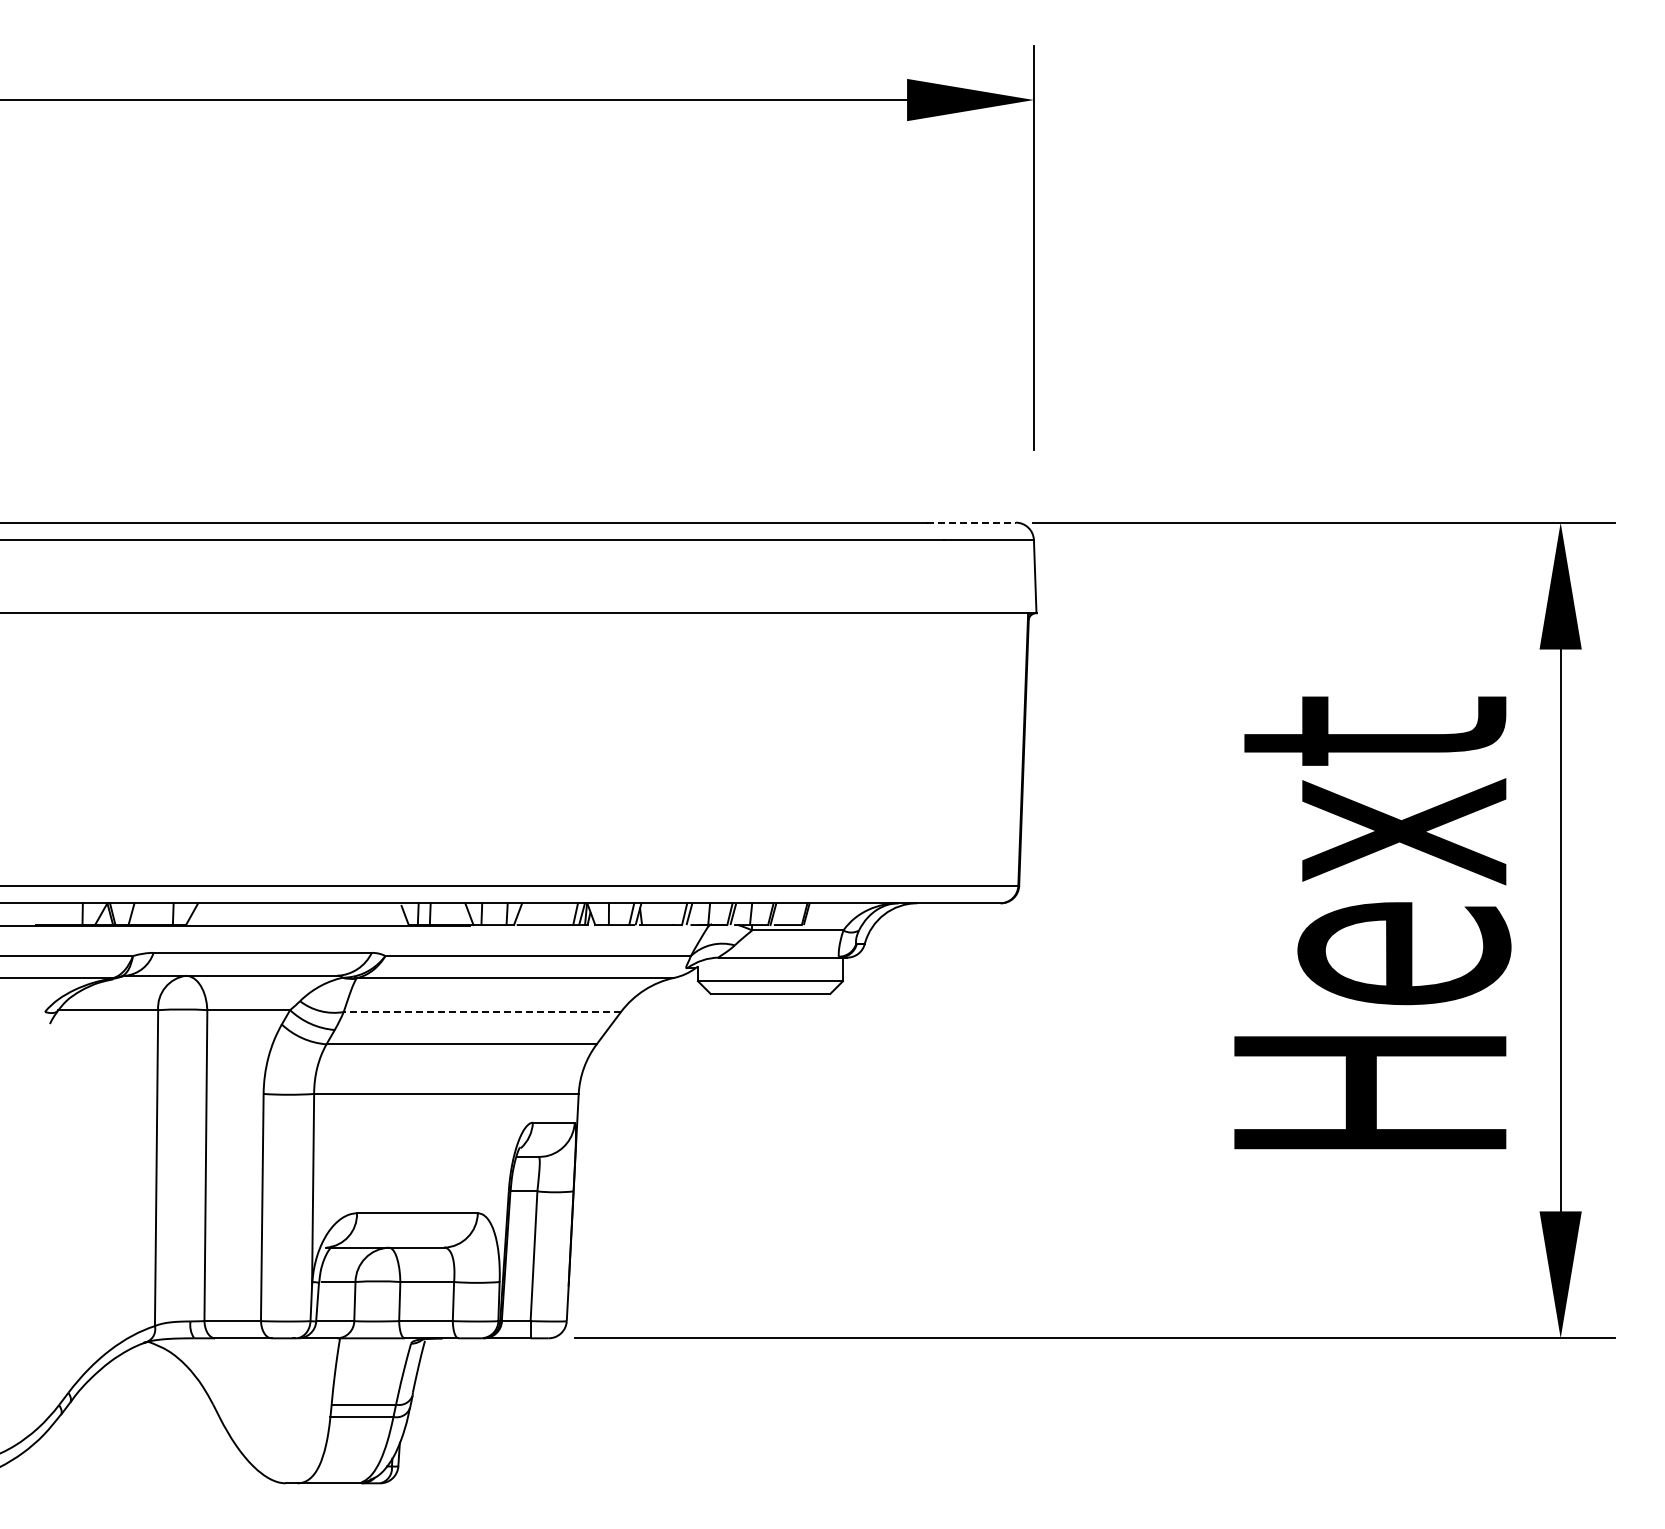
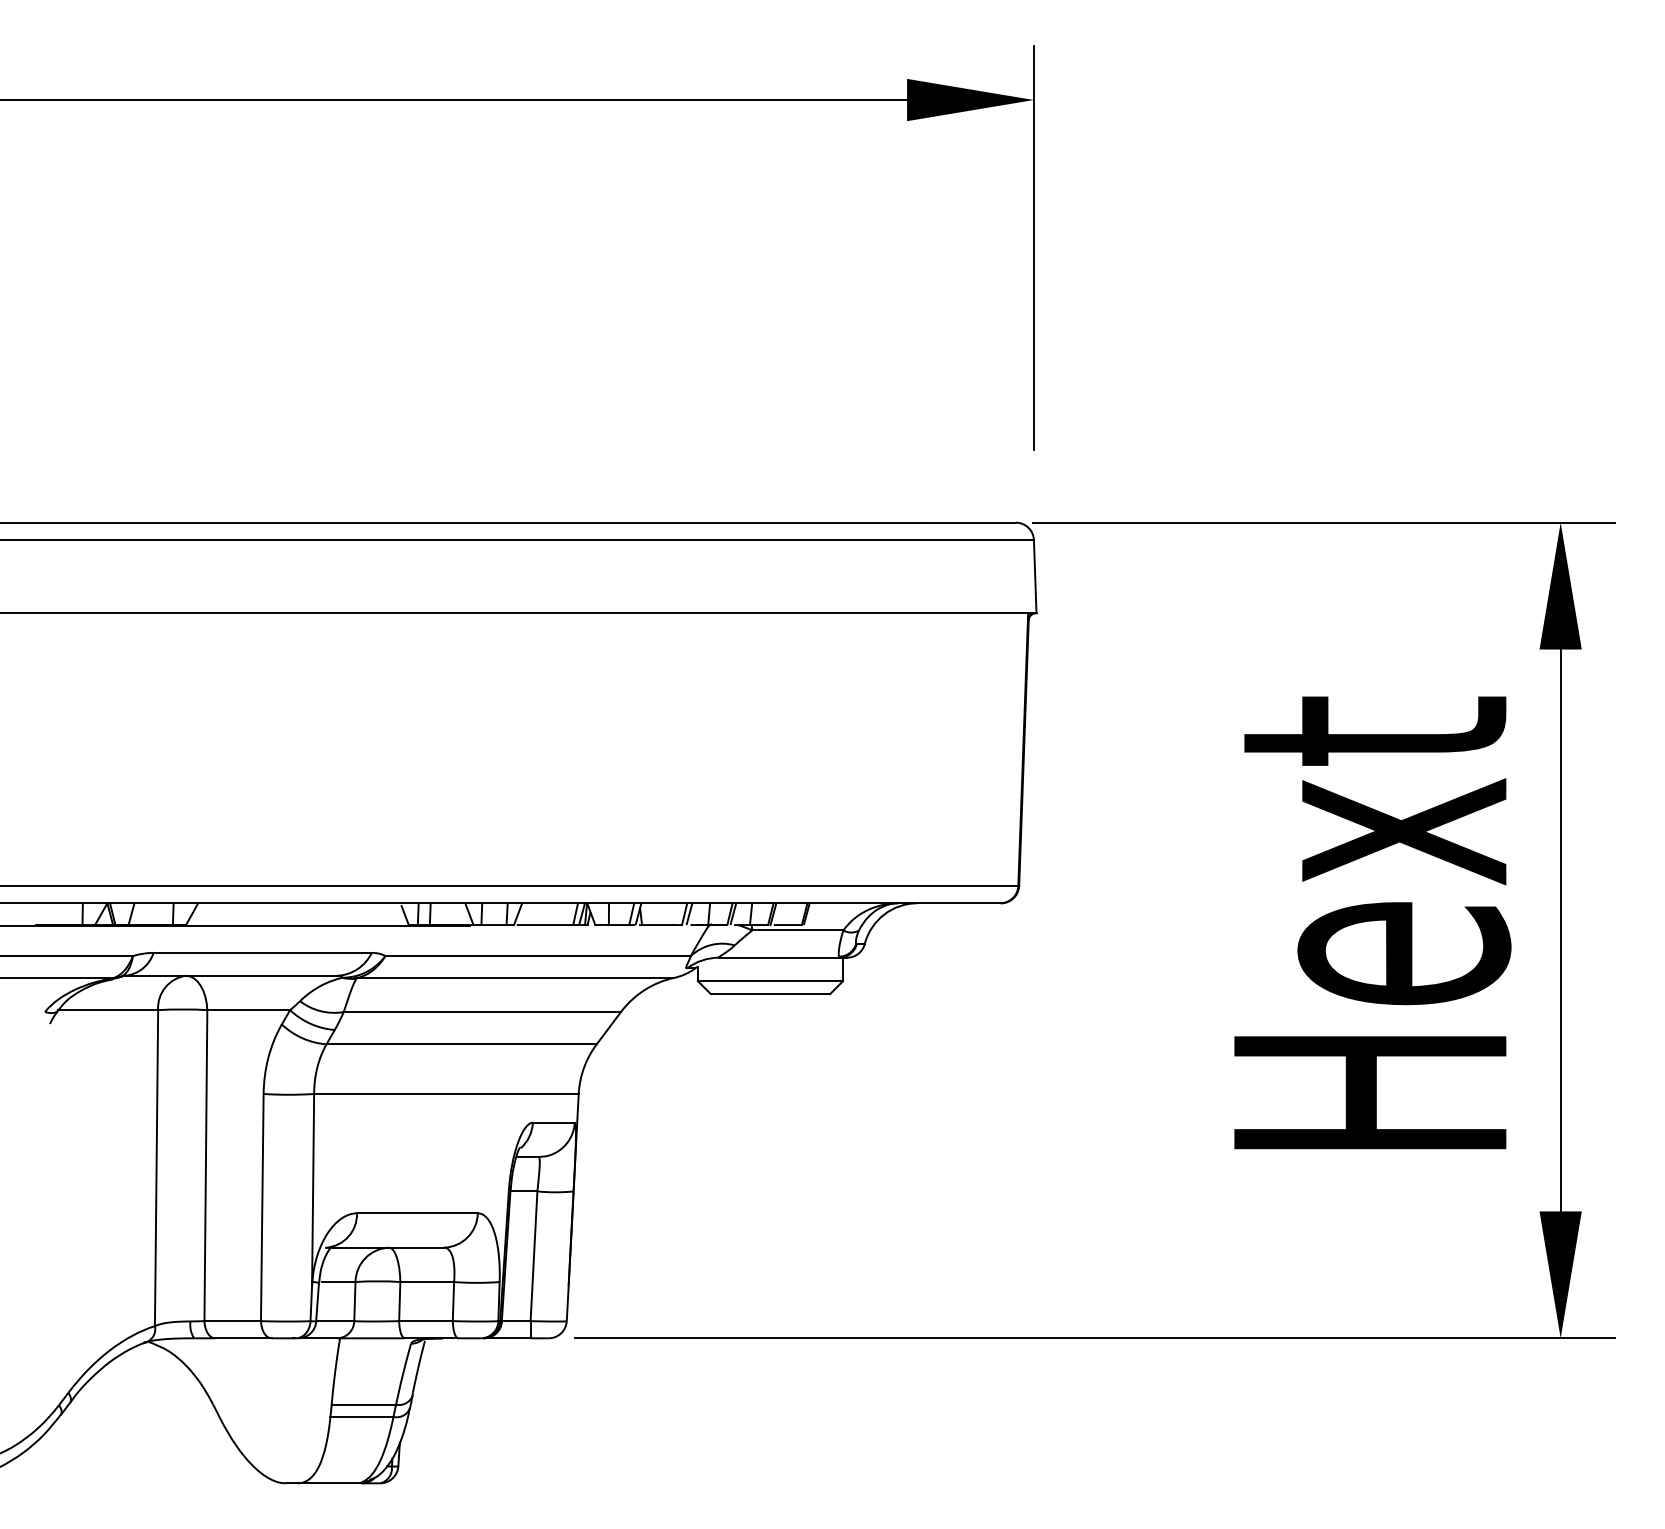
line at (971, 522): dashed -> solid
line at (482, 1012): dashed -> solid
